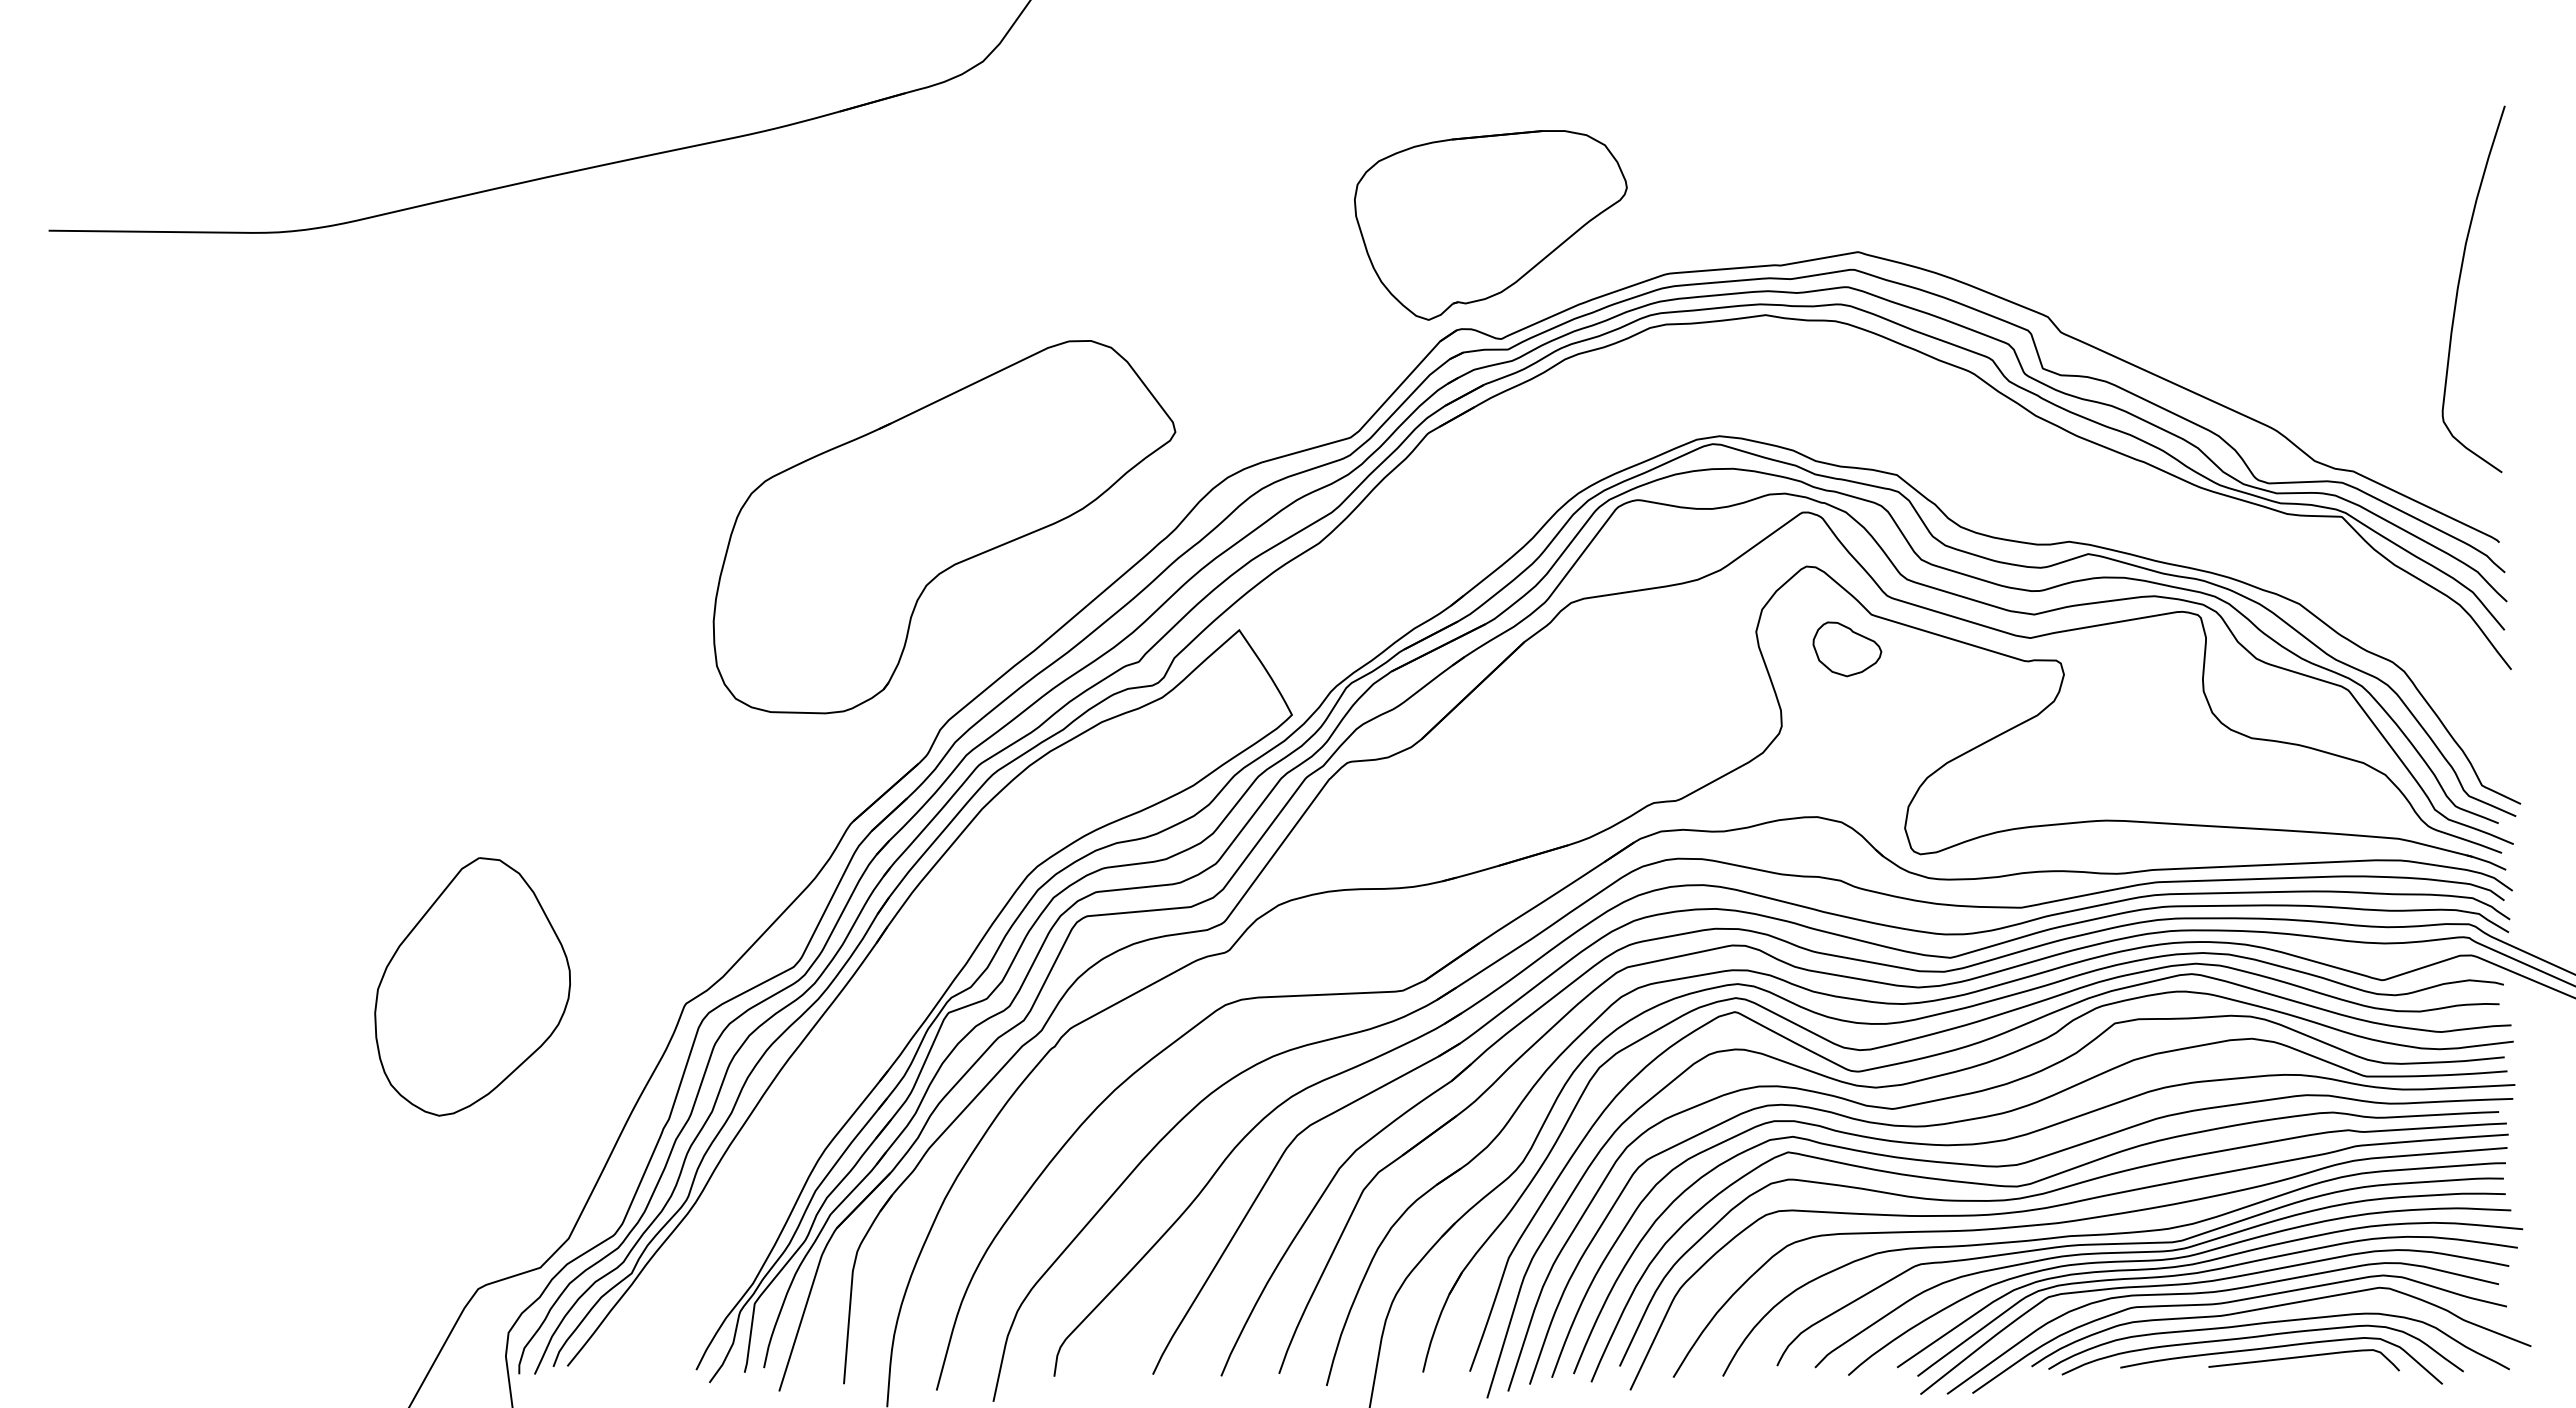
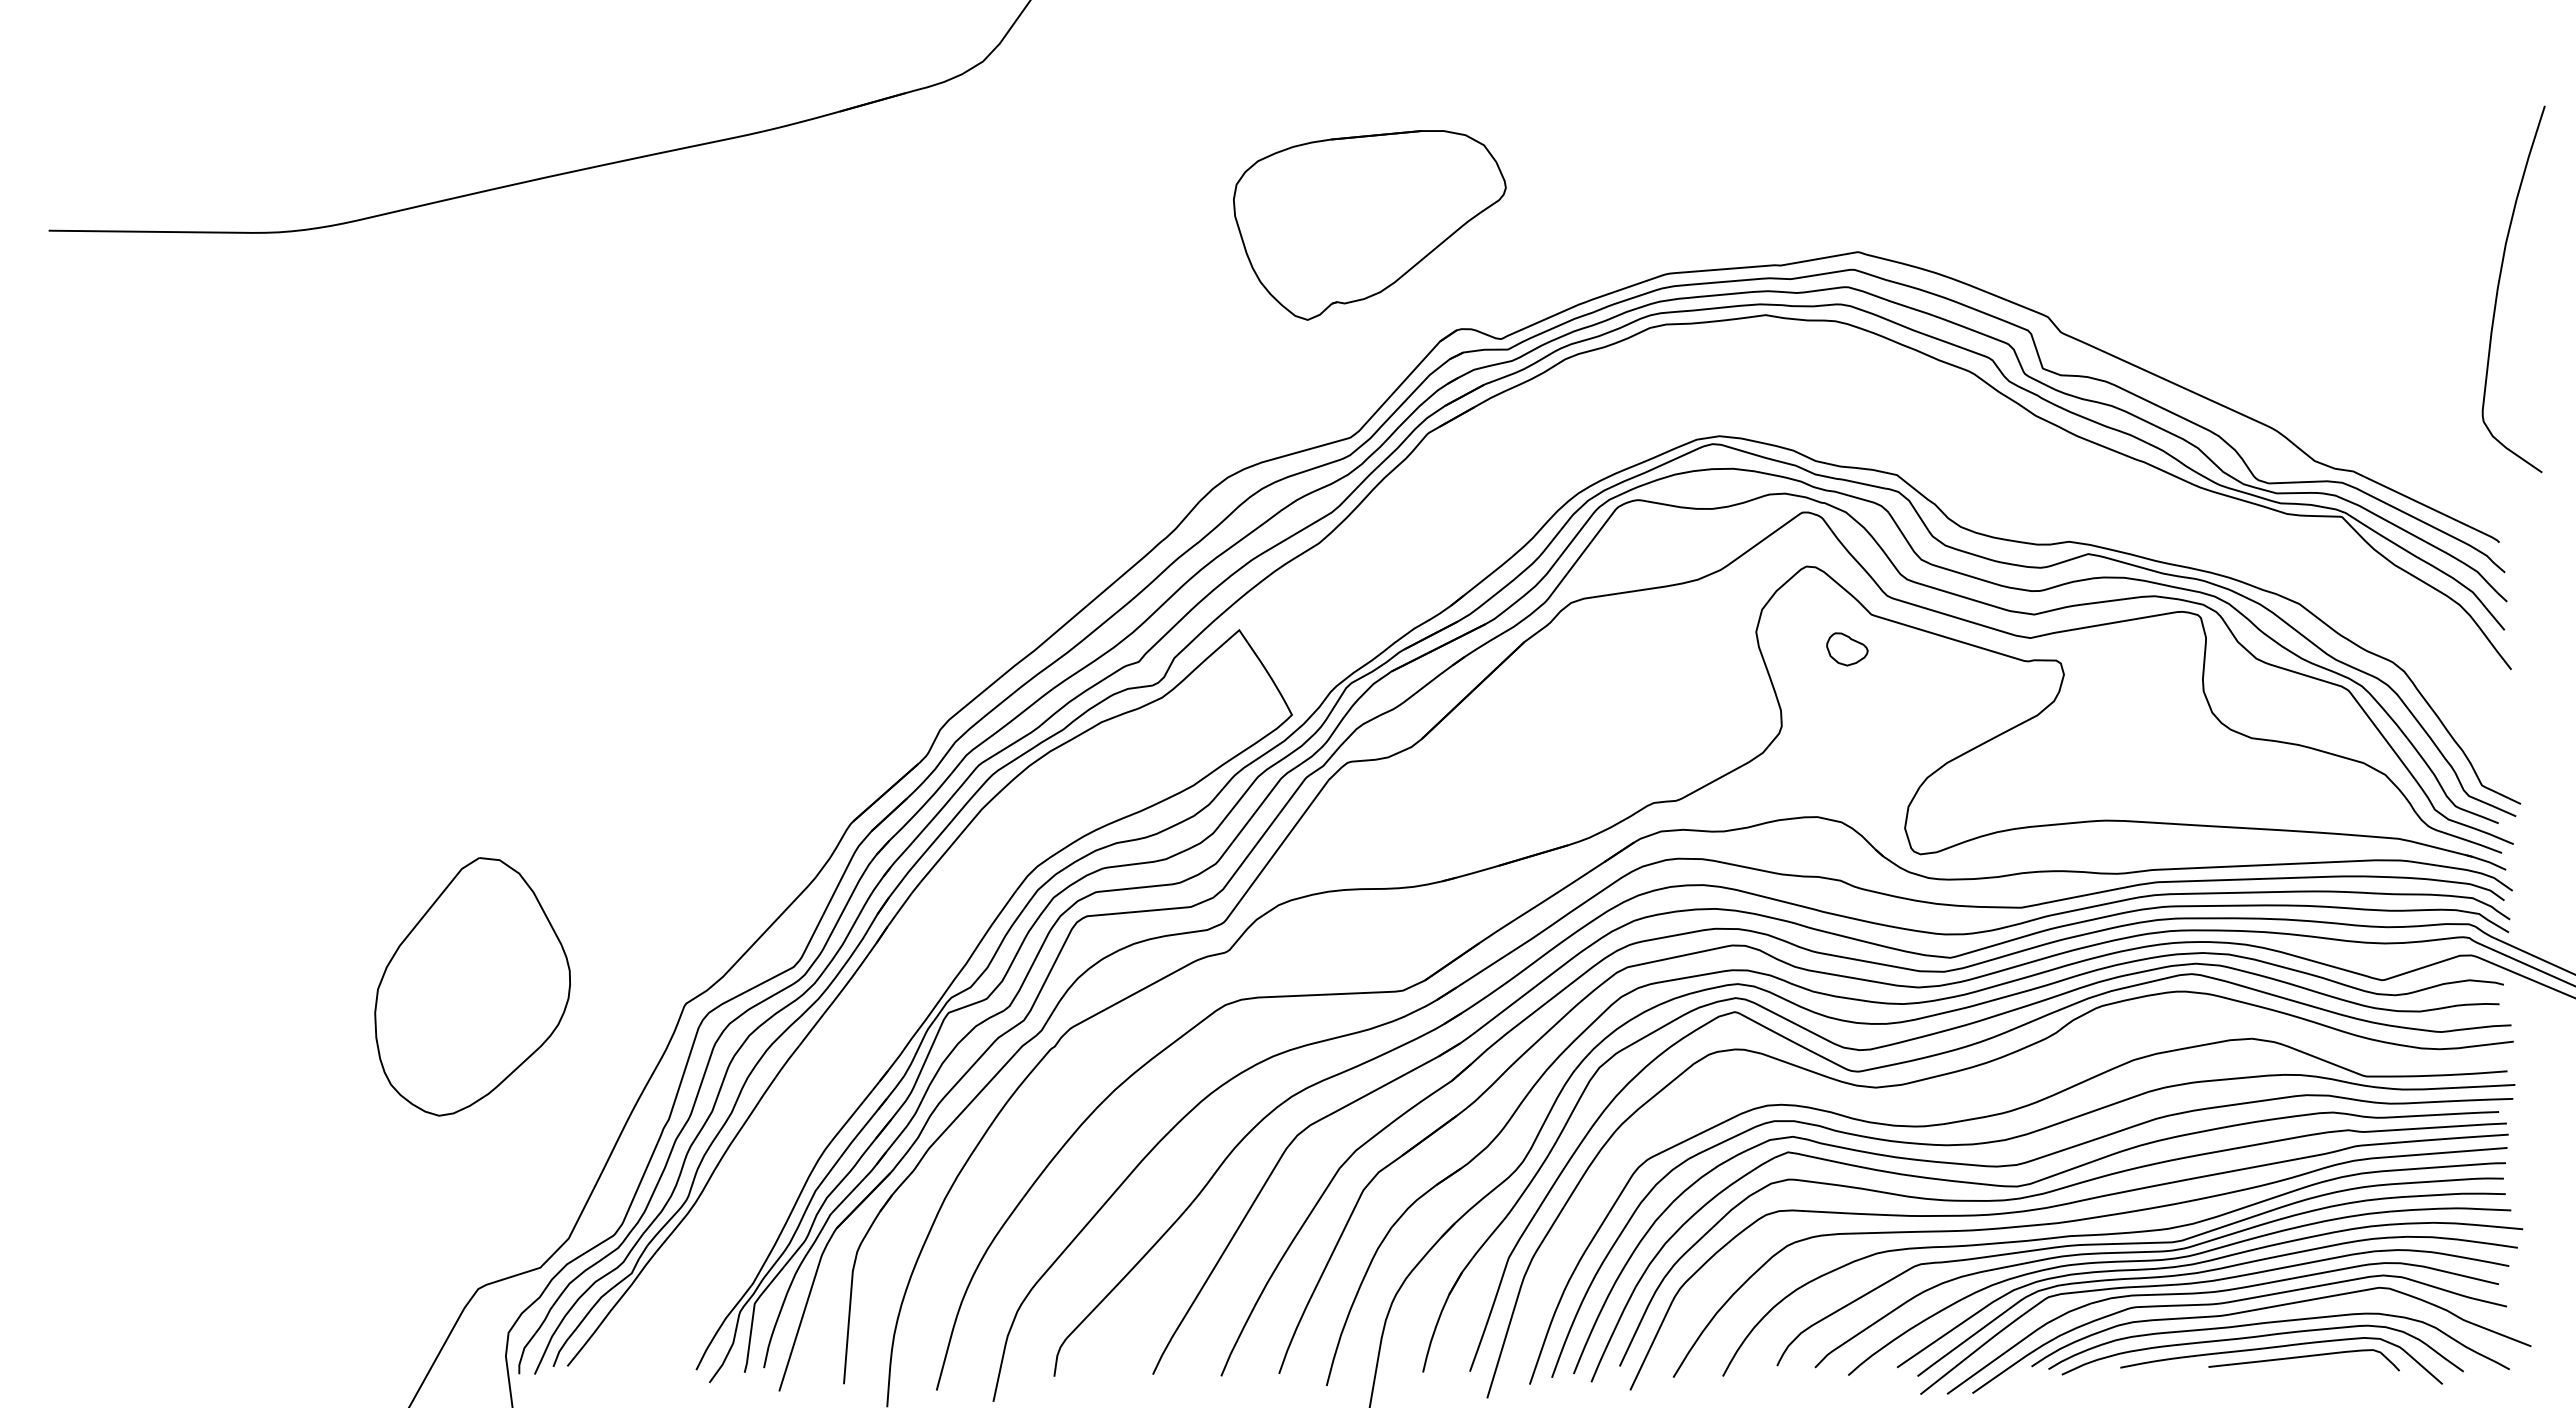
part at (1490, 225) position: (1490, 225) -> (1369, 225)
curve at (2459, 285) position: (2459, 285) -> (2499, 285)
part at (944, 527): present -> none
part at (1847, 649) size: 71x57 px -> 43x35 px
curve at (1980, 1092): present -> none
